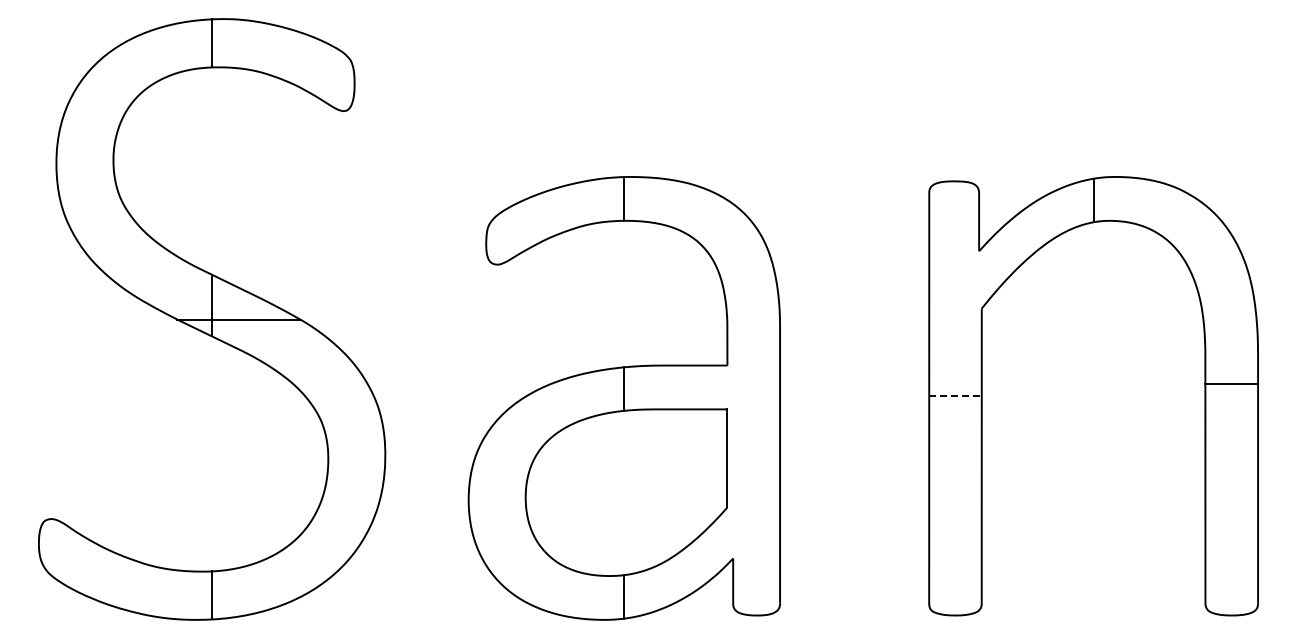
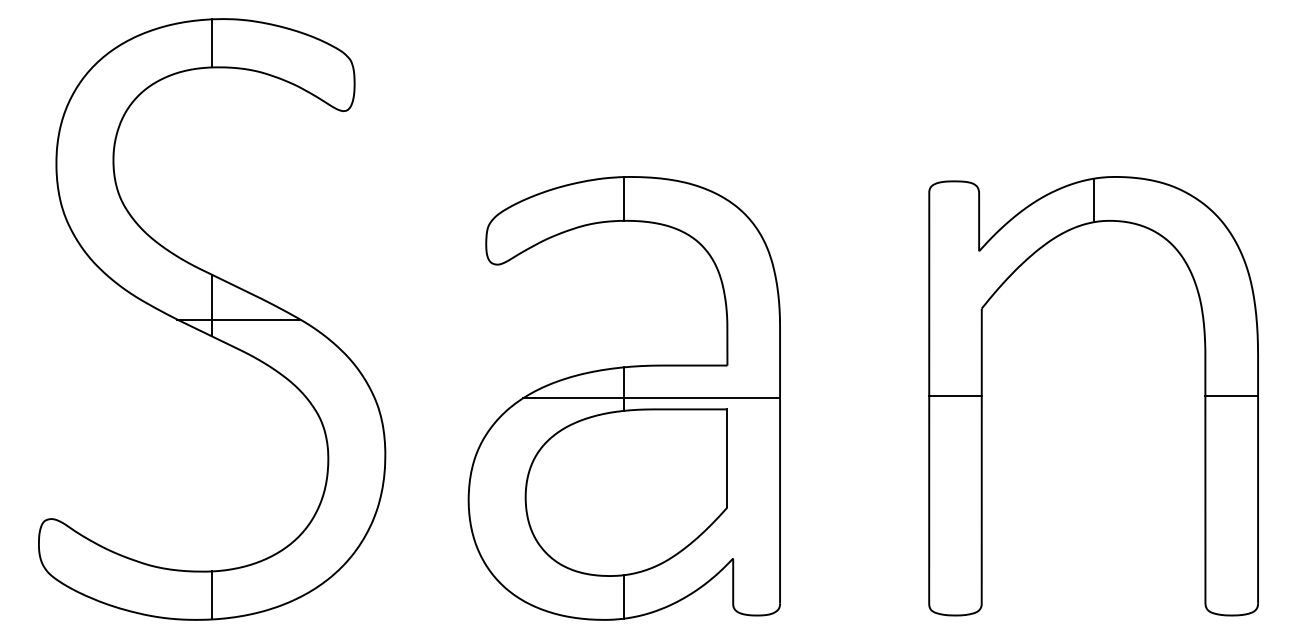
line at (1231, 384) position: (1231, 384) -> (1231, 396)
line at (955, 396): dashed -> solid
line at (651, 398): none -> present
